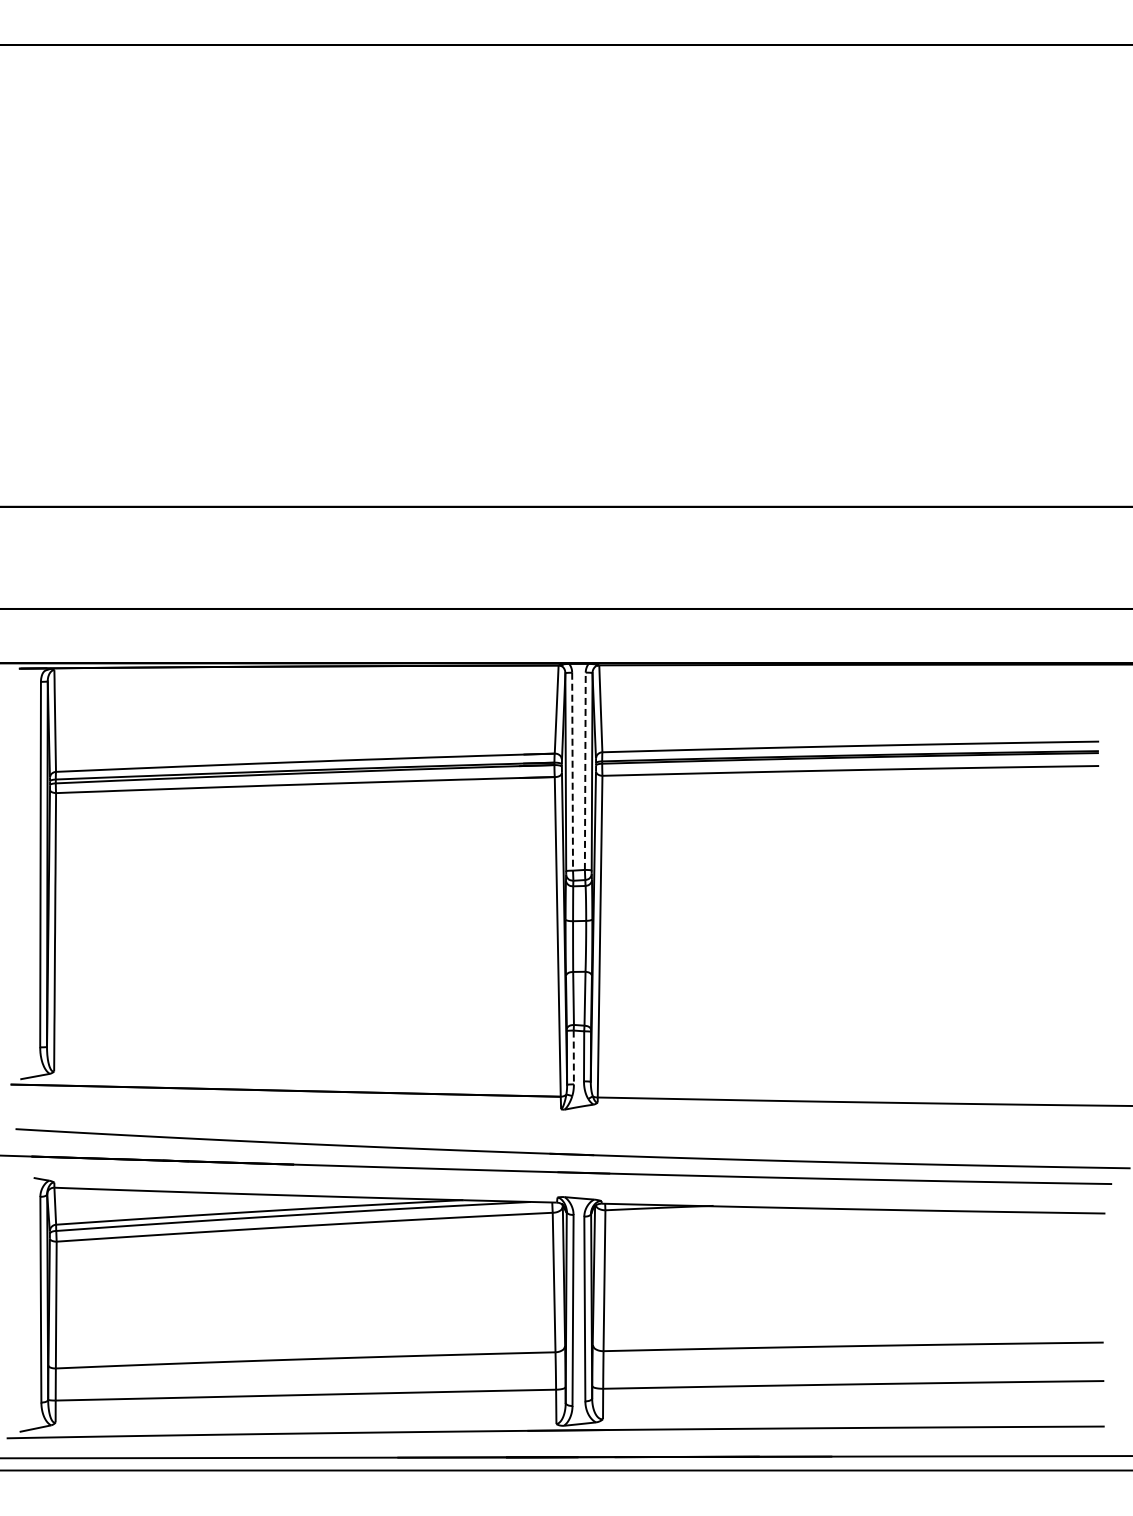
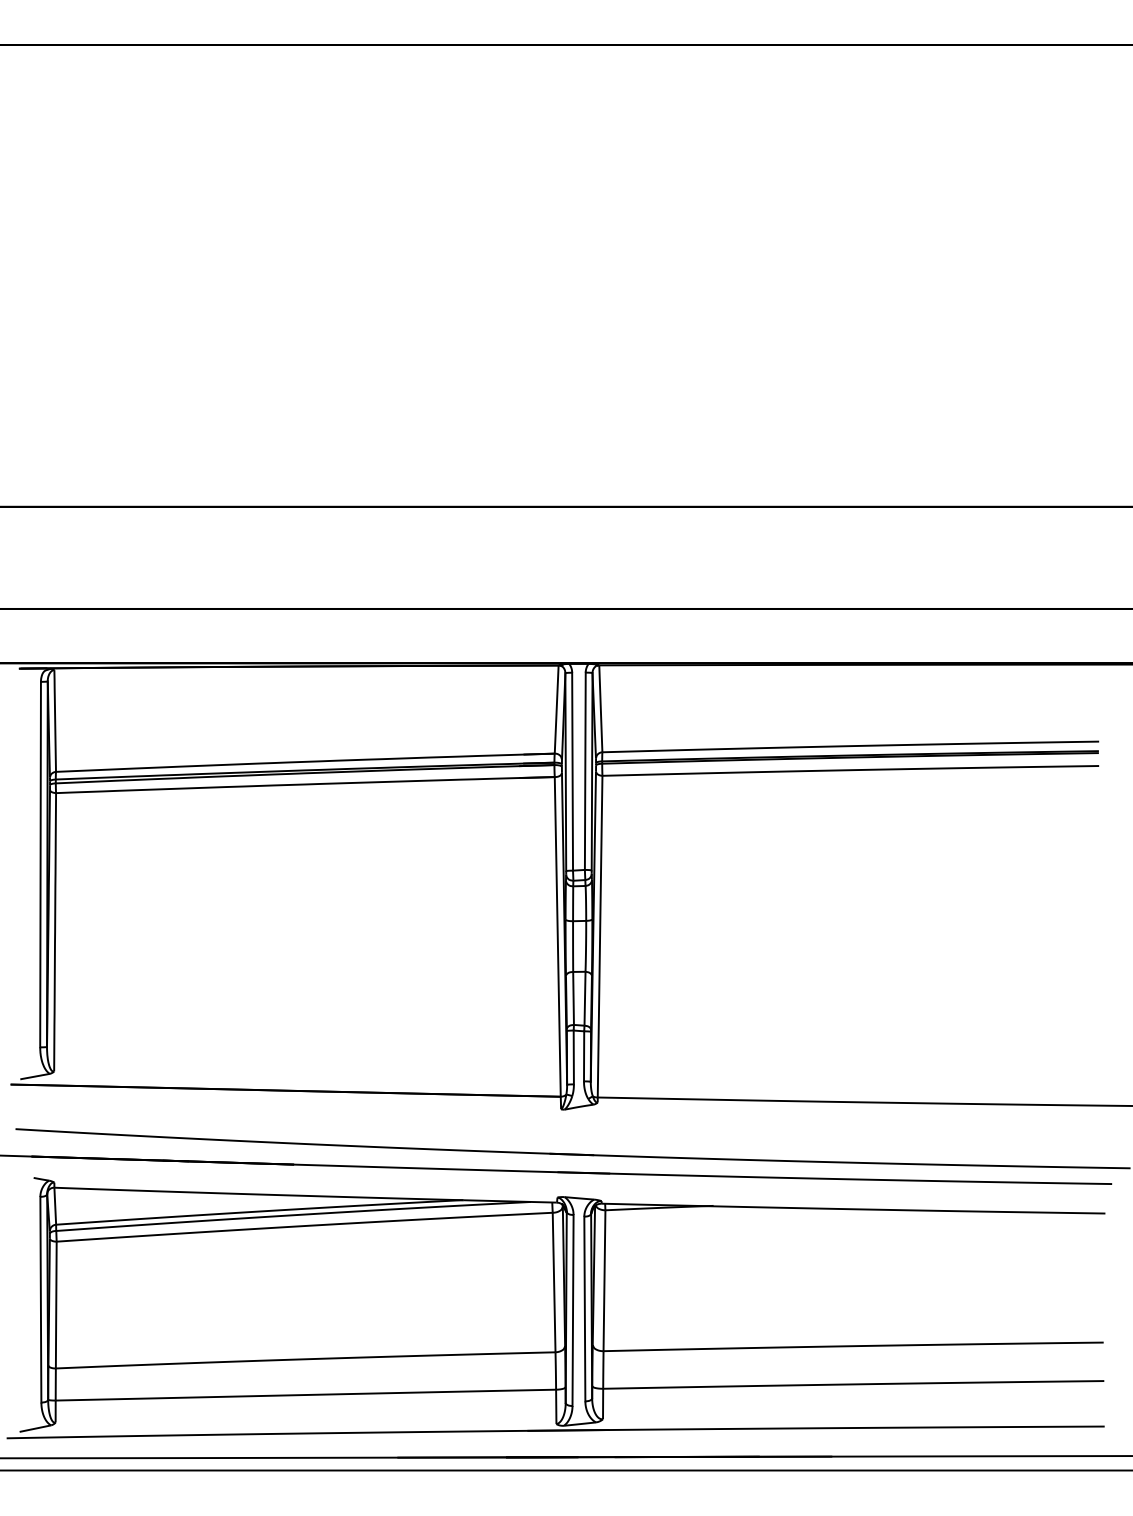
line at (572, 771): dashed -> solid
line at (585, 771): dashed -> solid
line at (573, 1057): dashed -> solid
